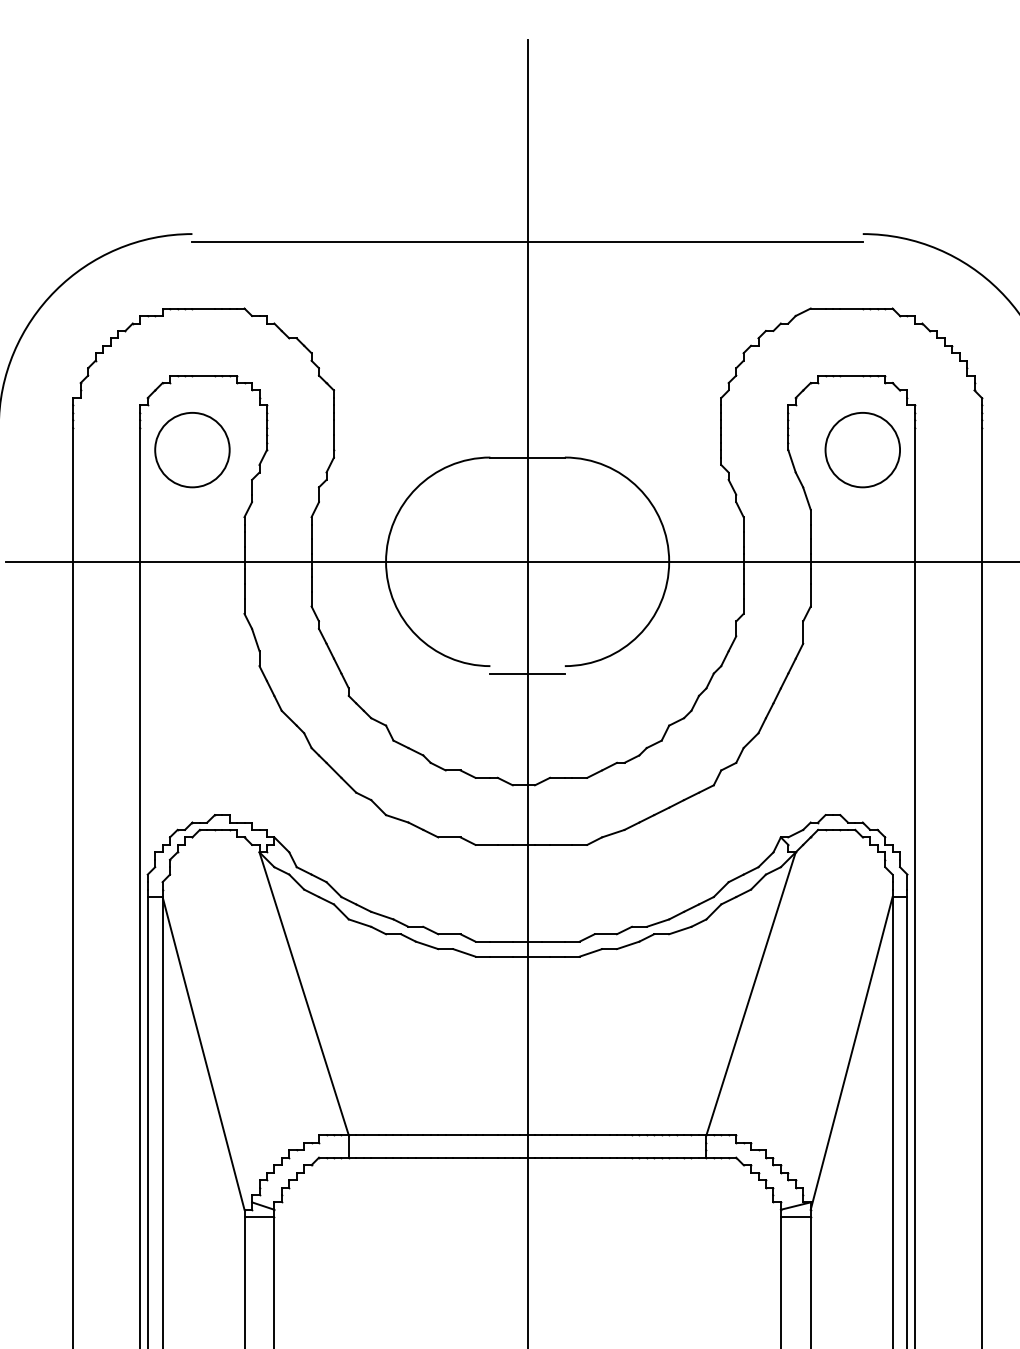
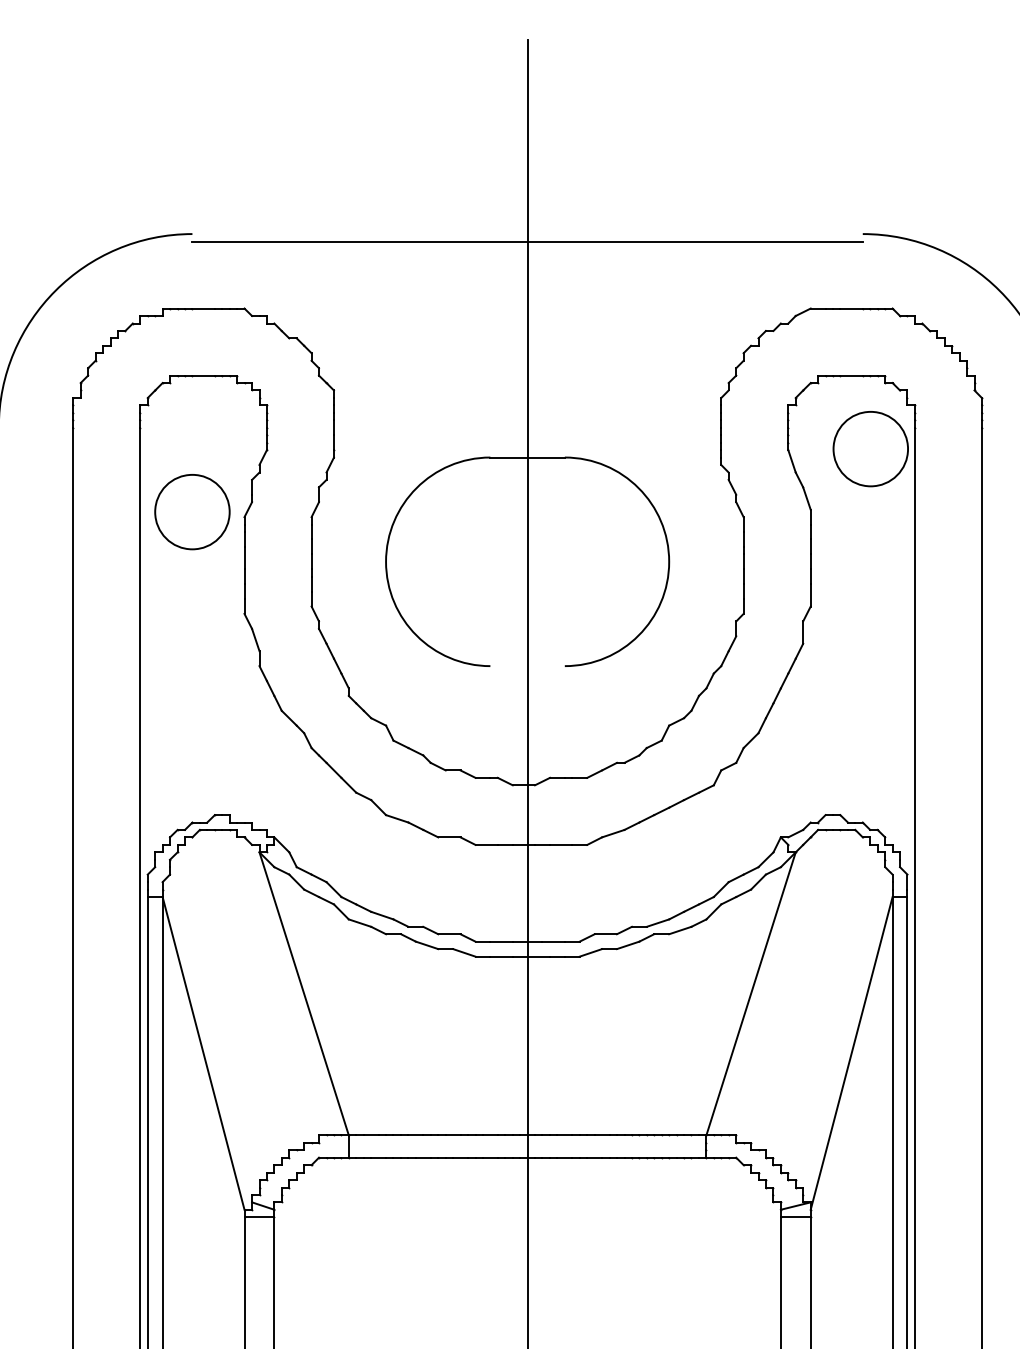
part at (192, 450) position: (192, 450) -> (192, 512)
part at (862, 450) position: (862, 450) -> (870, 449)
line at (511, 561): present -> none
line at (527, 673): present -> none
